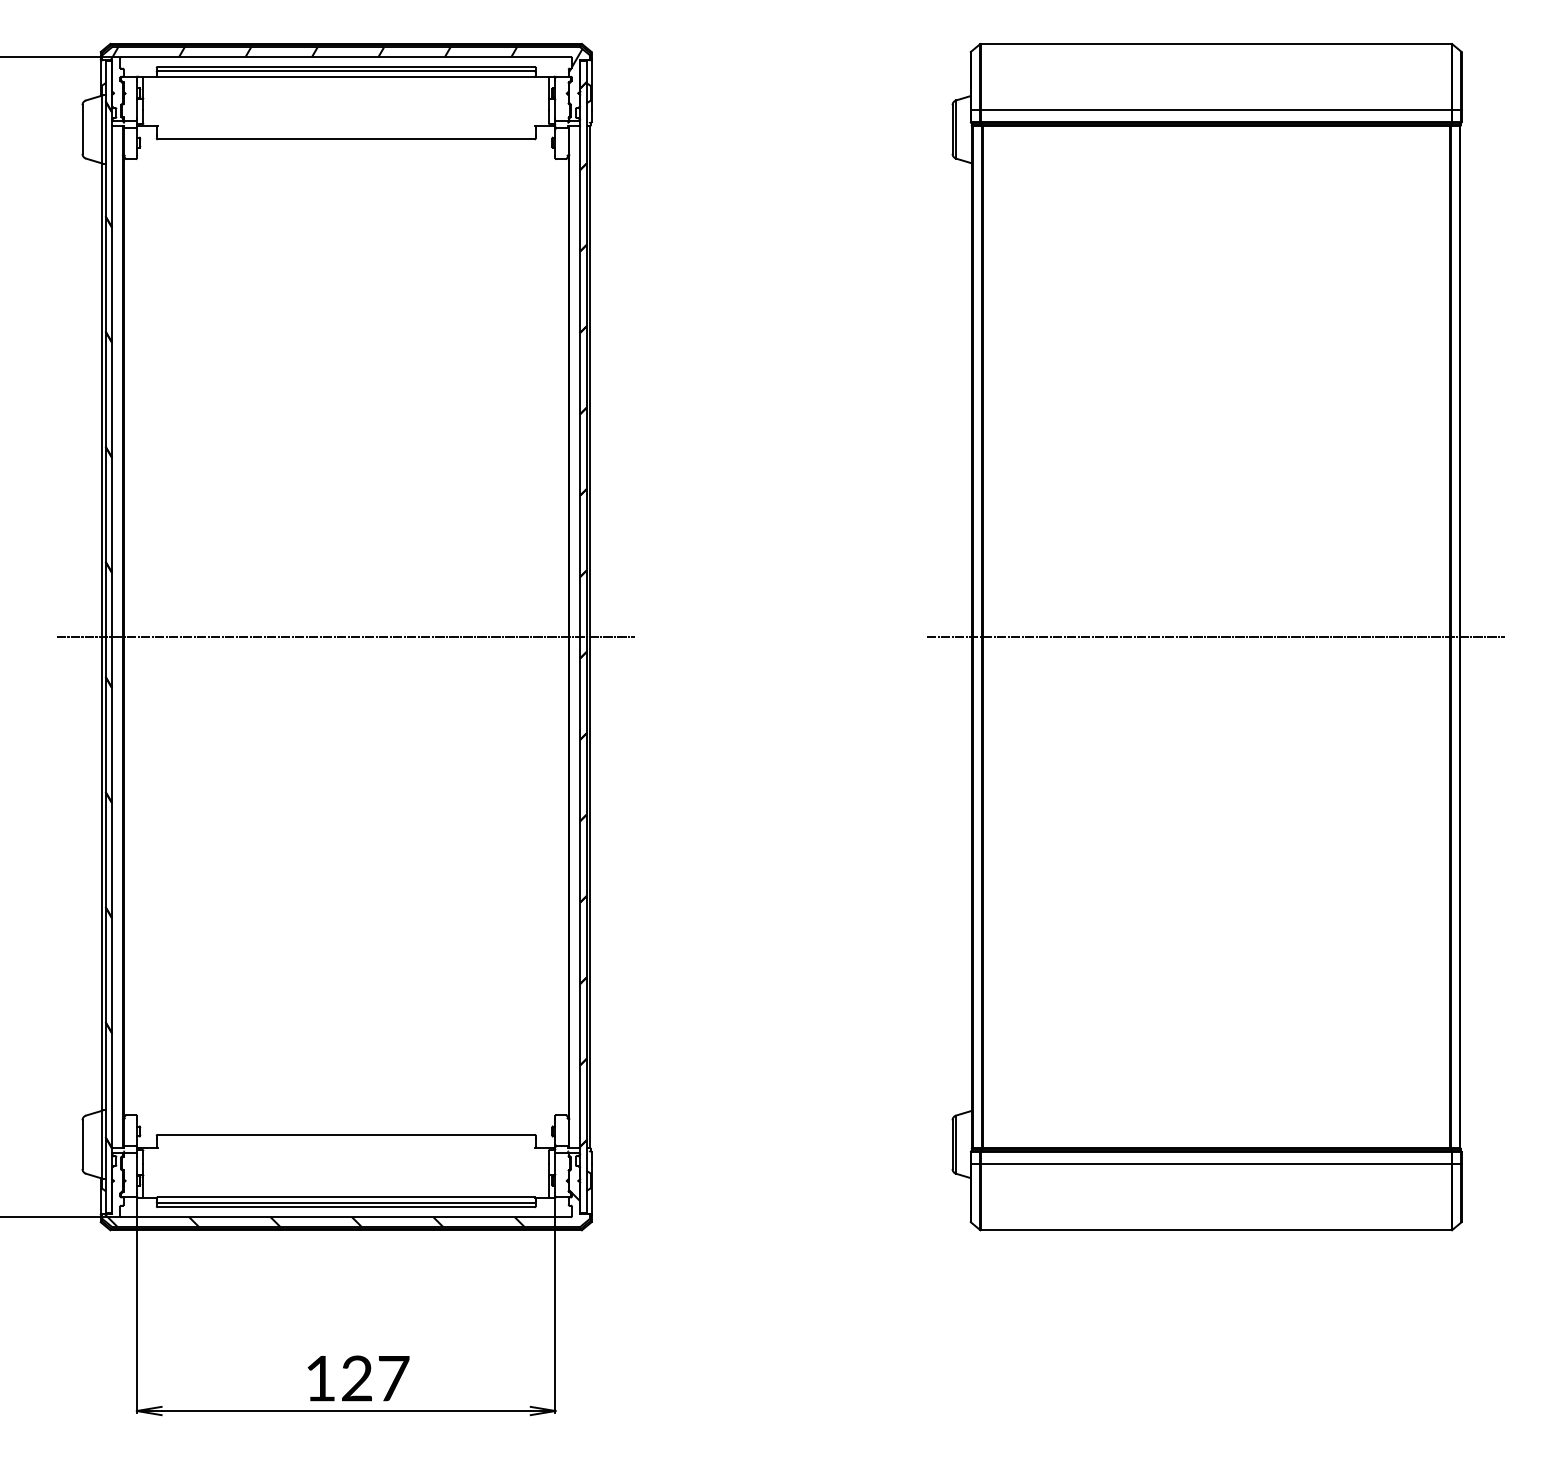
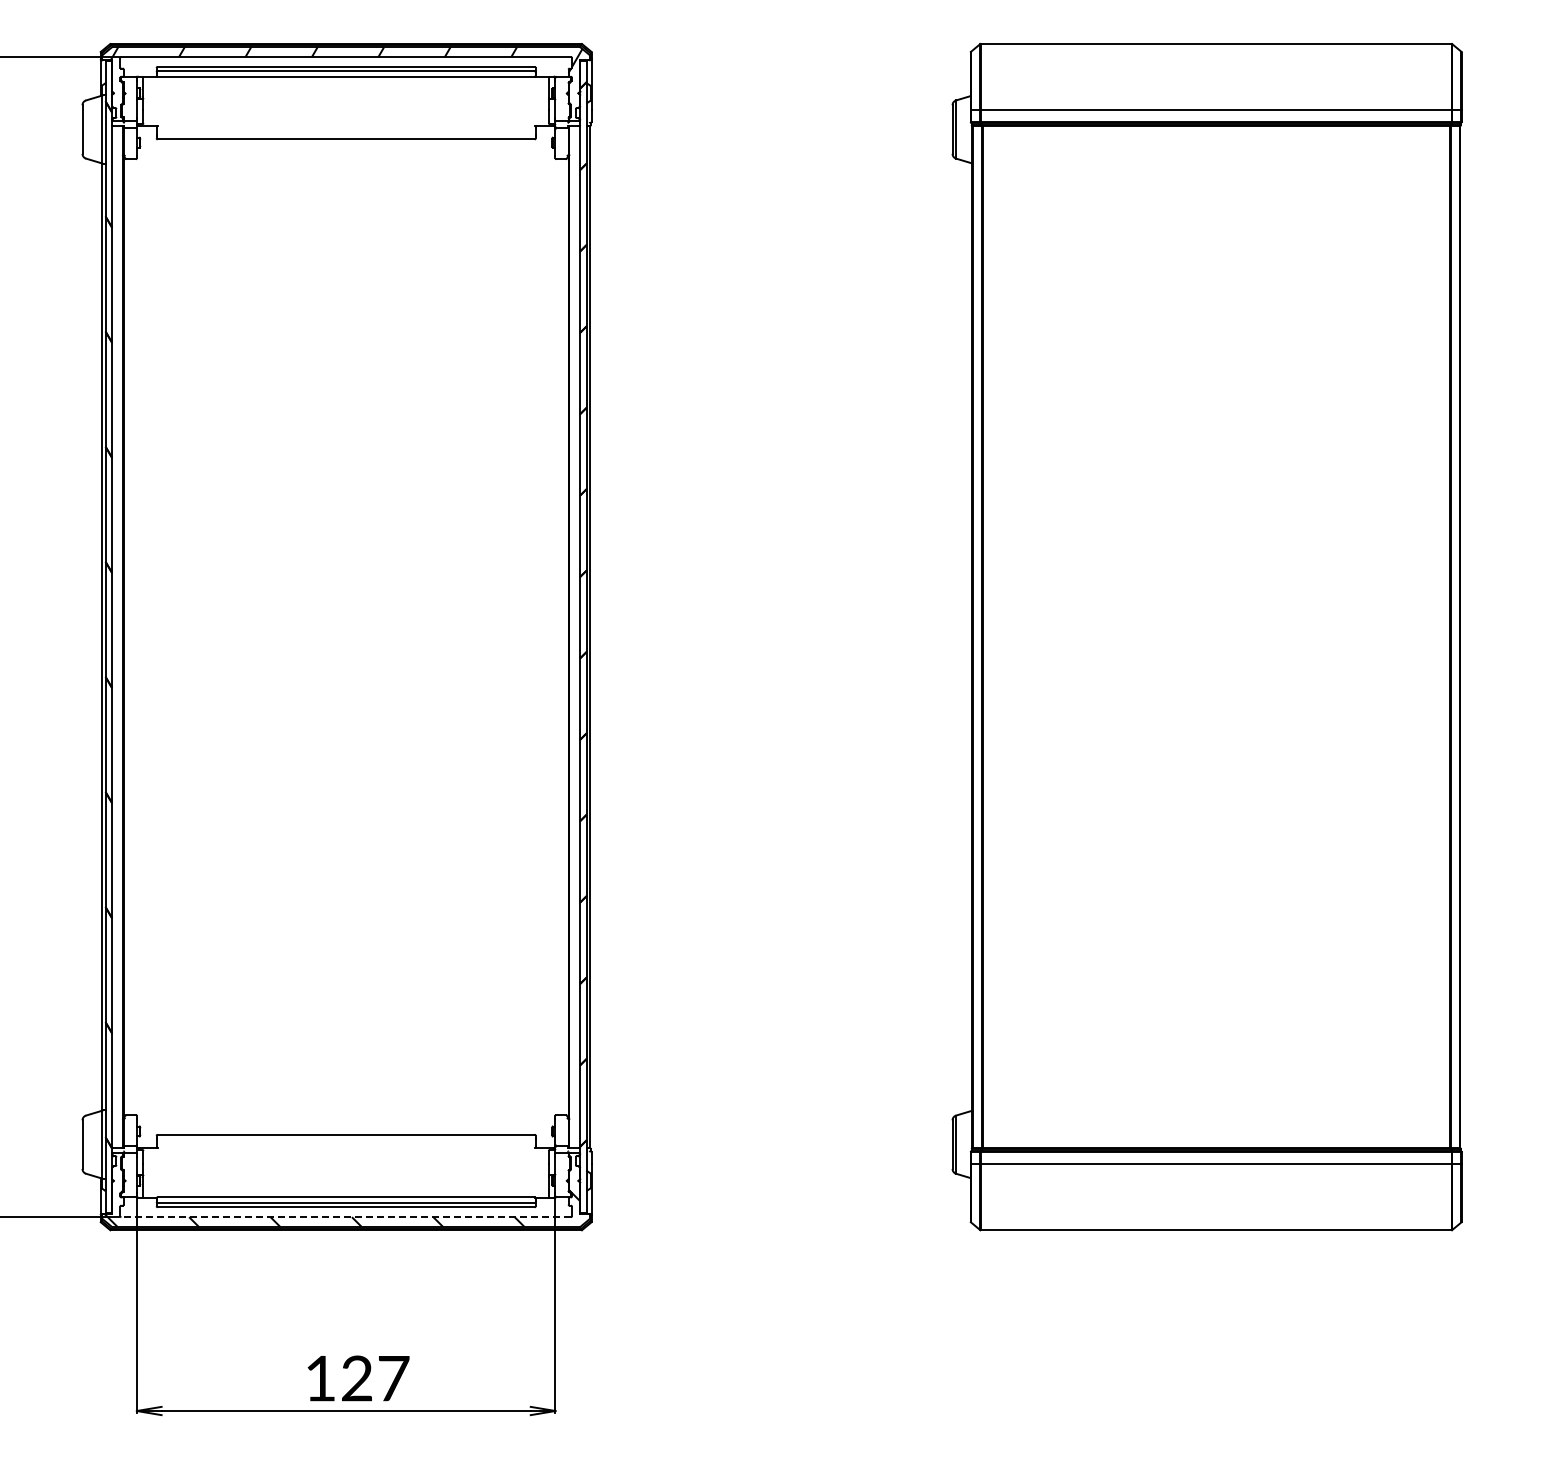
line at (345, 637): present -> none
line at (1216, 637): present -> none
line at (346, 1217): solid -> dashed
